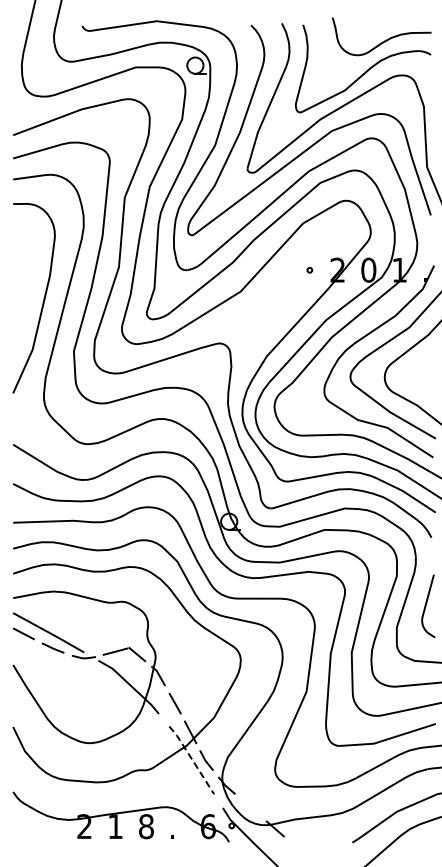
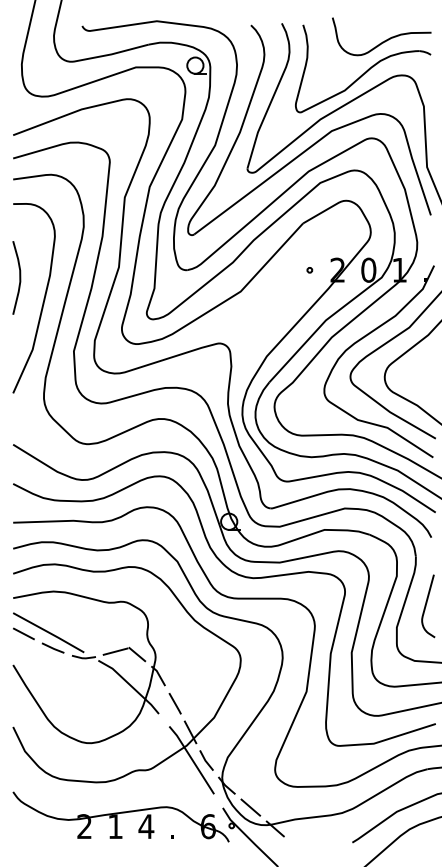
curve at (19, 277): none -> present
line at (192, 760): dashed -> solid
line at (250, 807): none -> present
text at (146, 826): 8 -> 4
